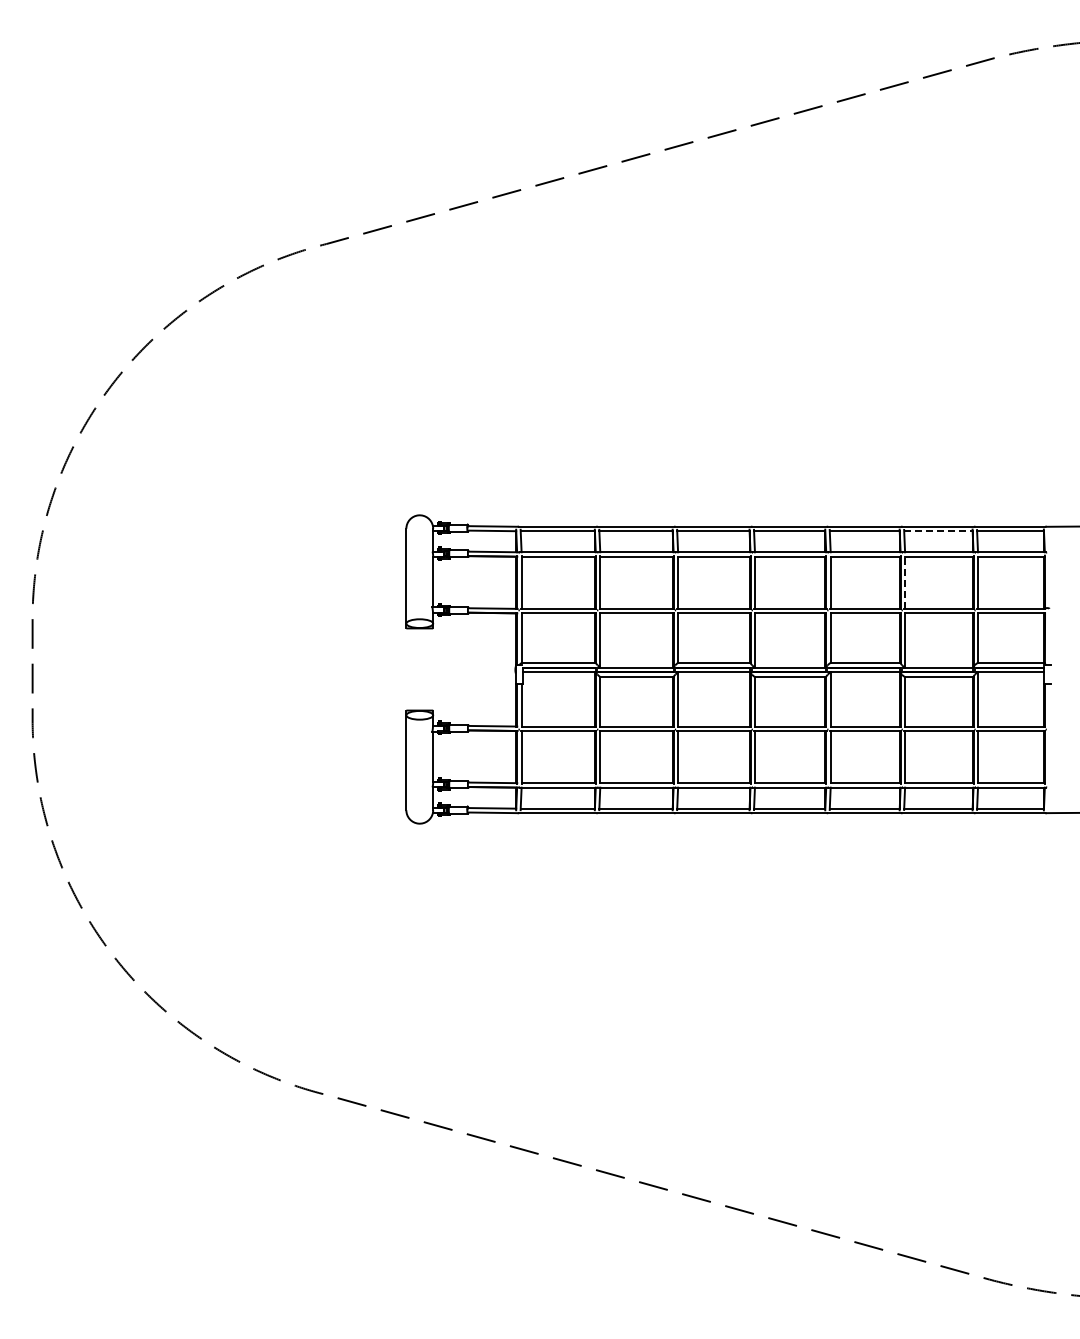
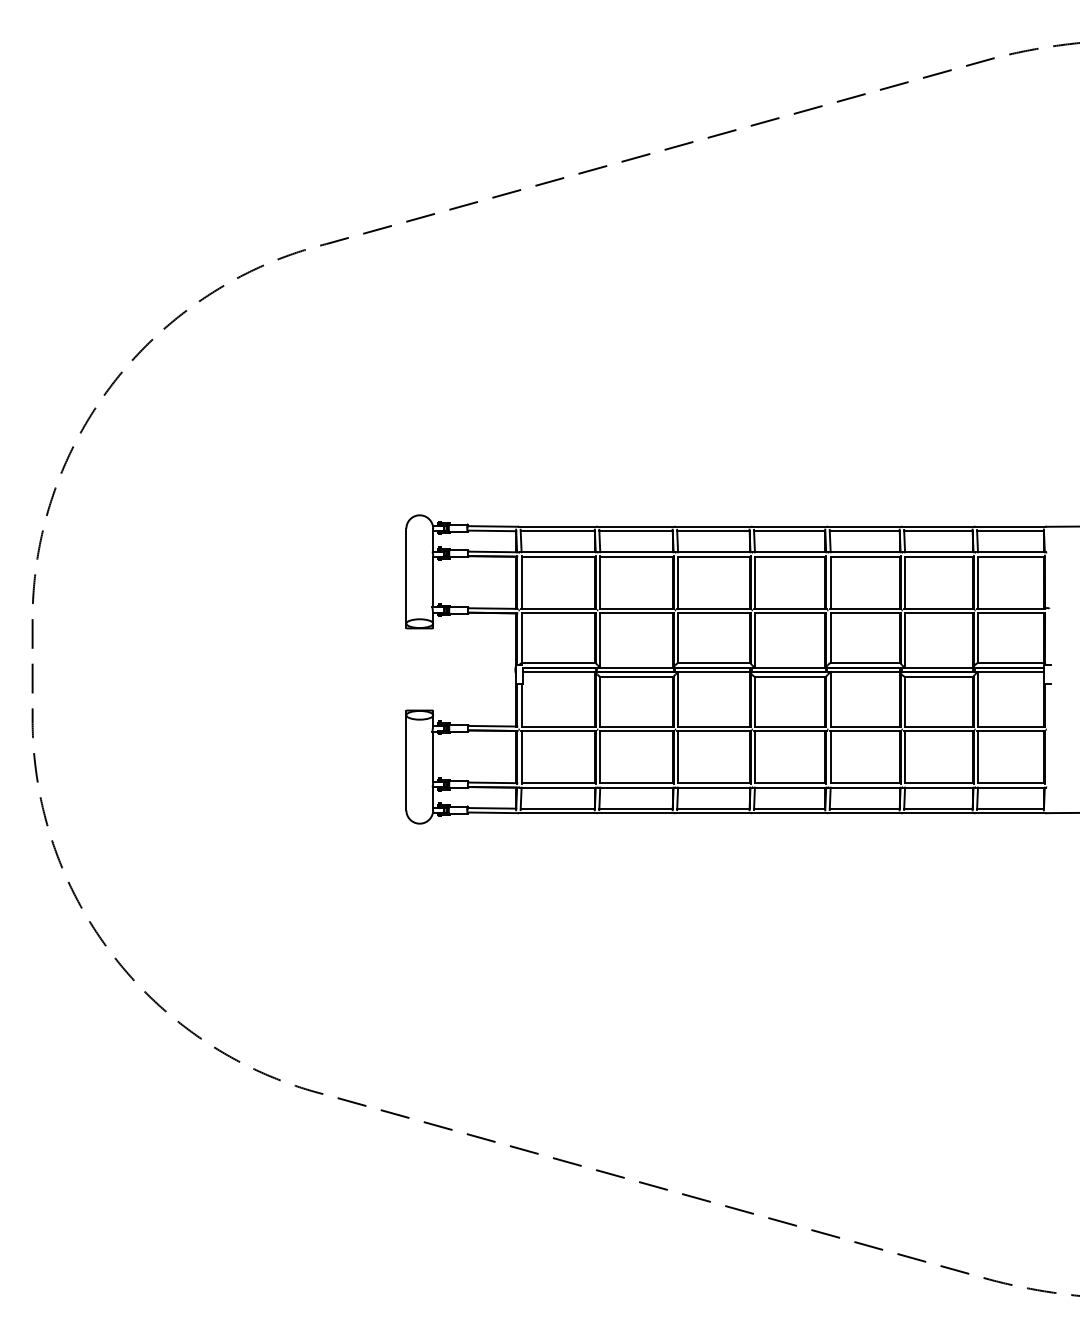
line at (938, 531): dashed -> solid
line at (905, 582): dashed -> solid
